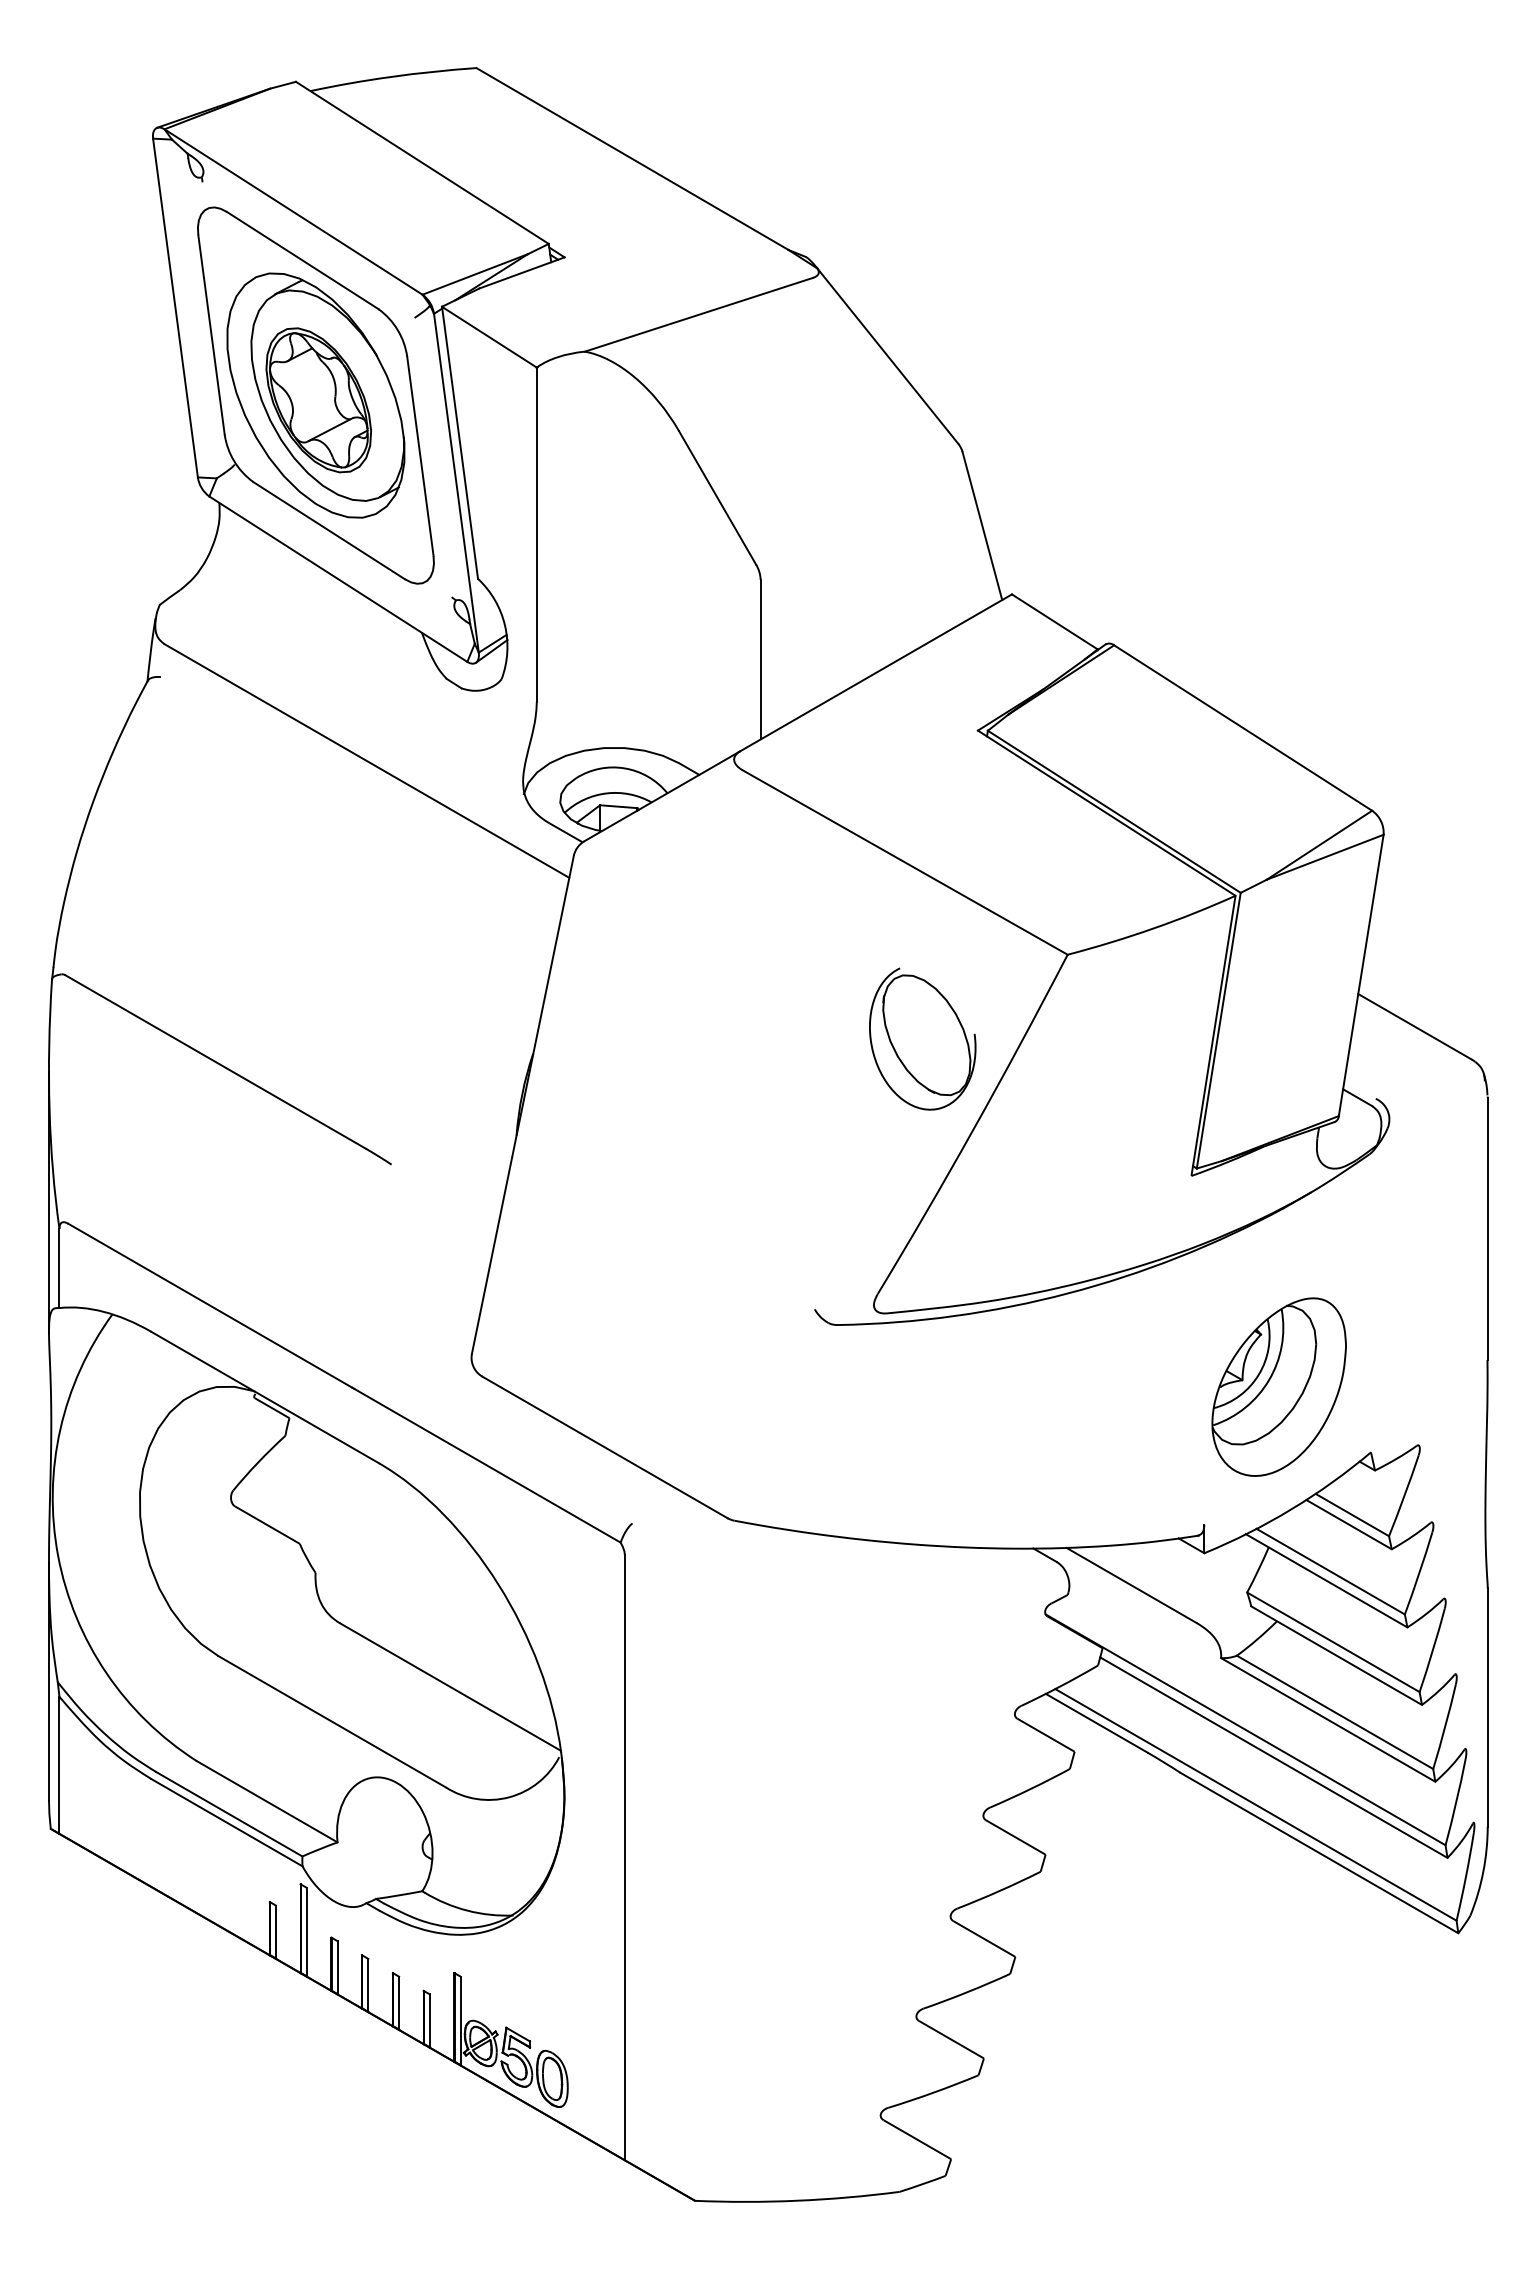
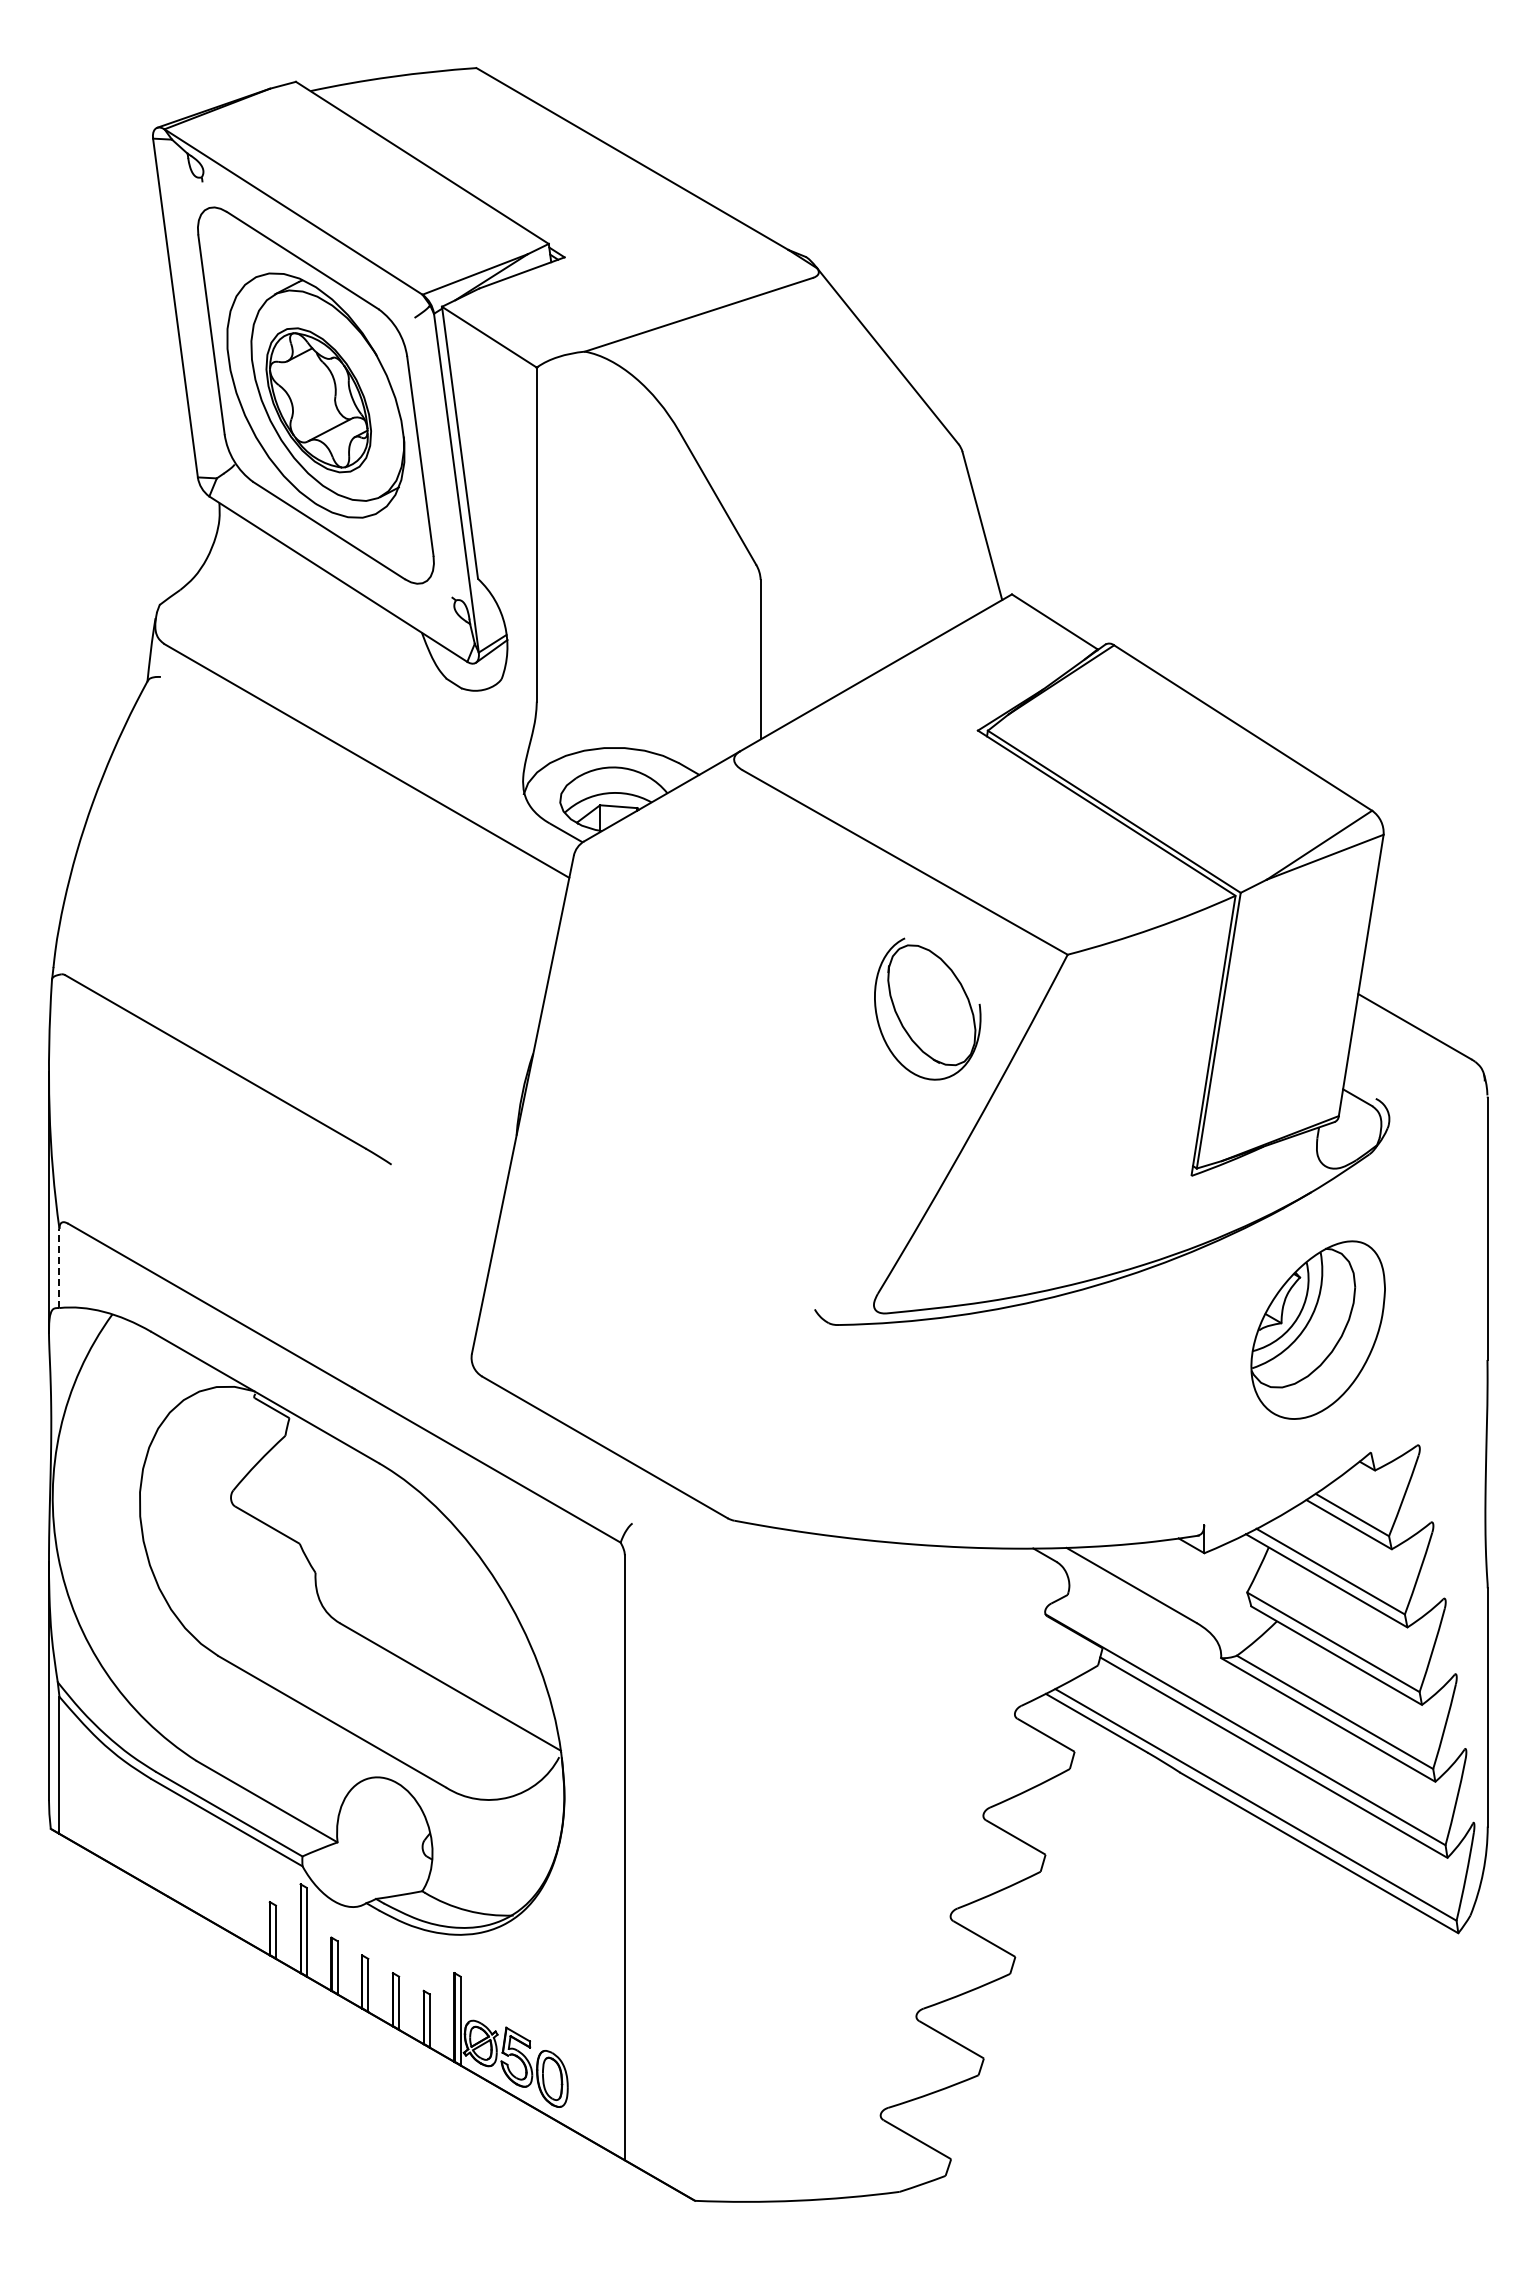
part at (922, 1038) position: (922, 1038) -> (927, 1008)
line at (59, 1268): solid -> dashed
part at (1278, 1386) position: (1278, 1386) -> (1317, 1329)
